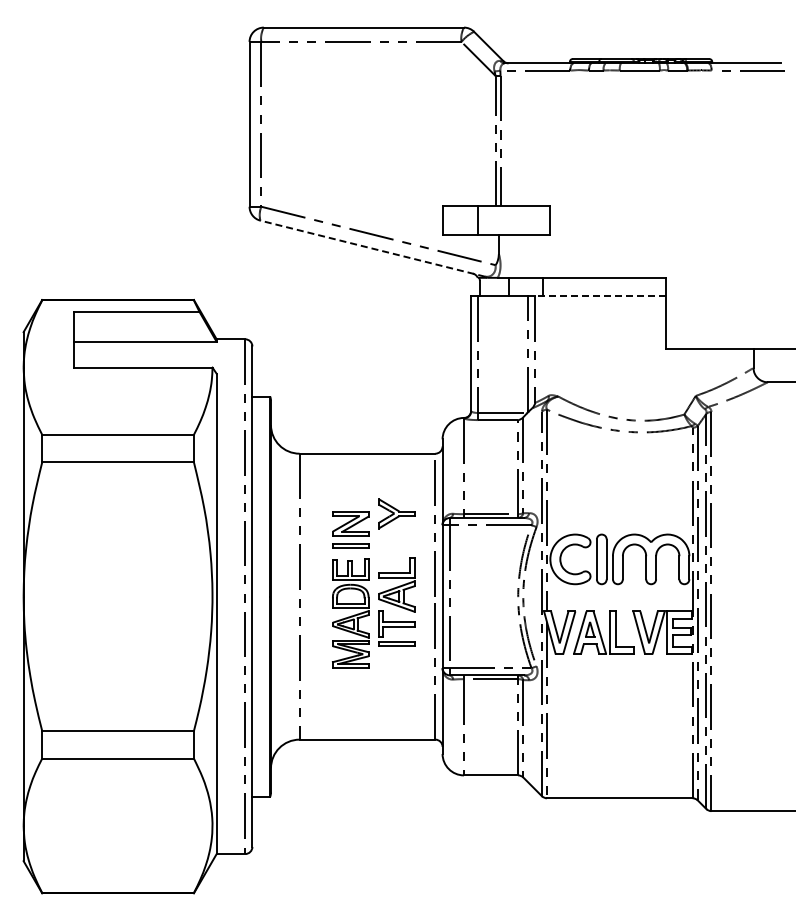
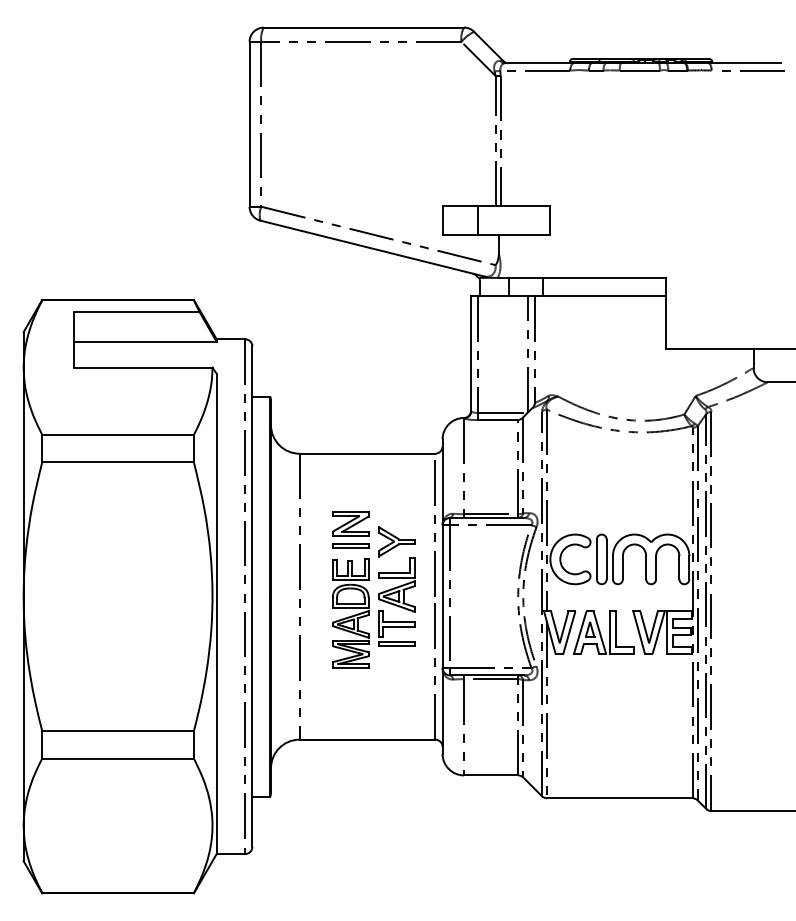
line at (372, 248): dashed -> solid
line at (599, 296): dashed -> solid
part at (396, 513) position: (396, 513) -> (396, 541)
